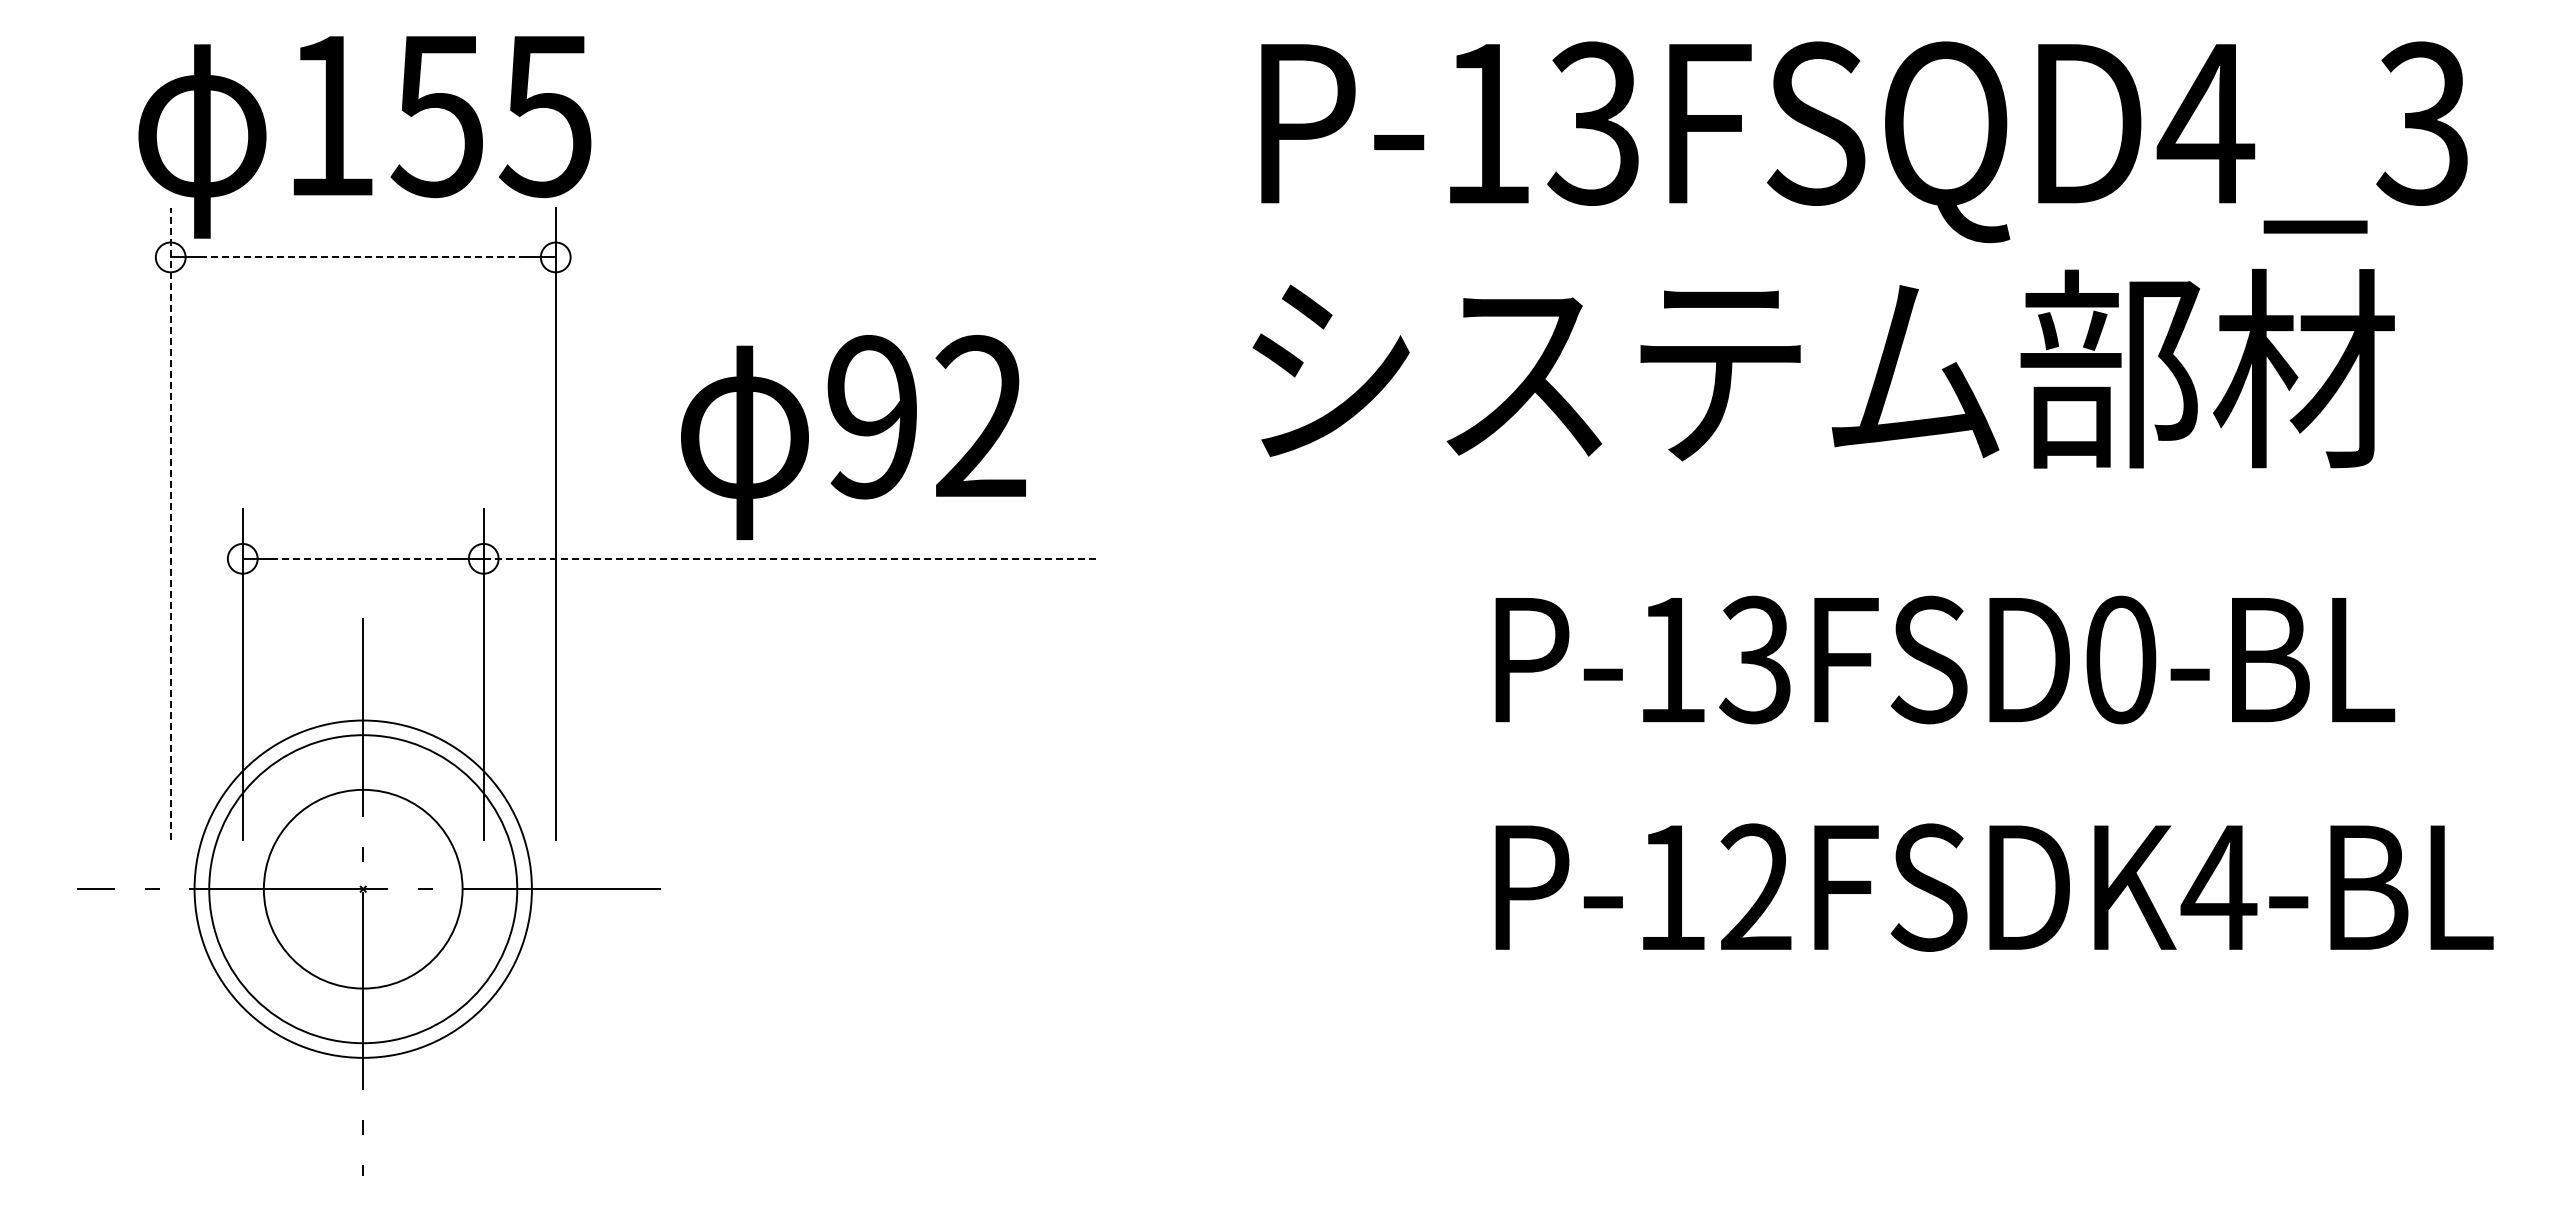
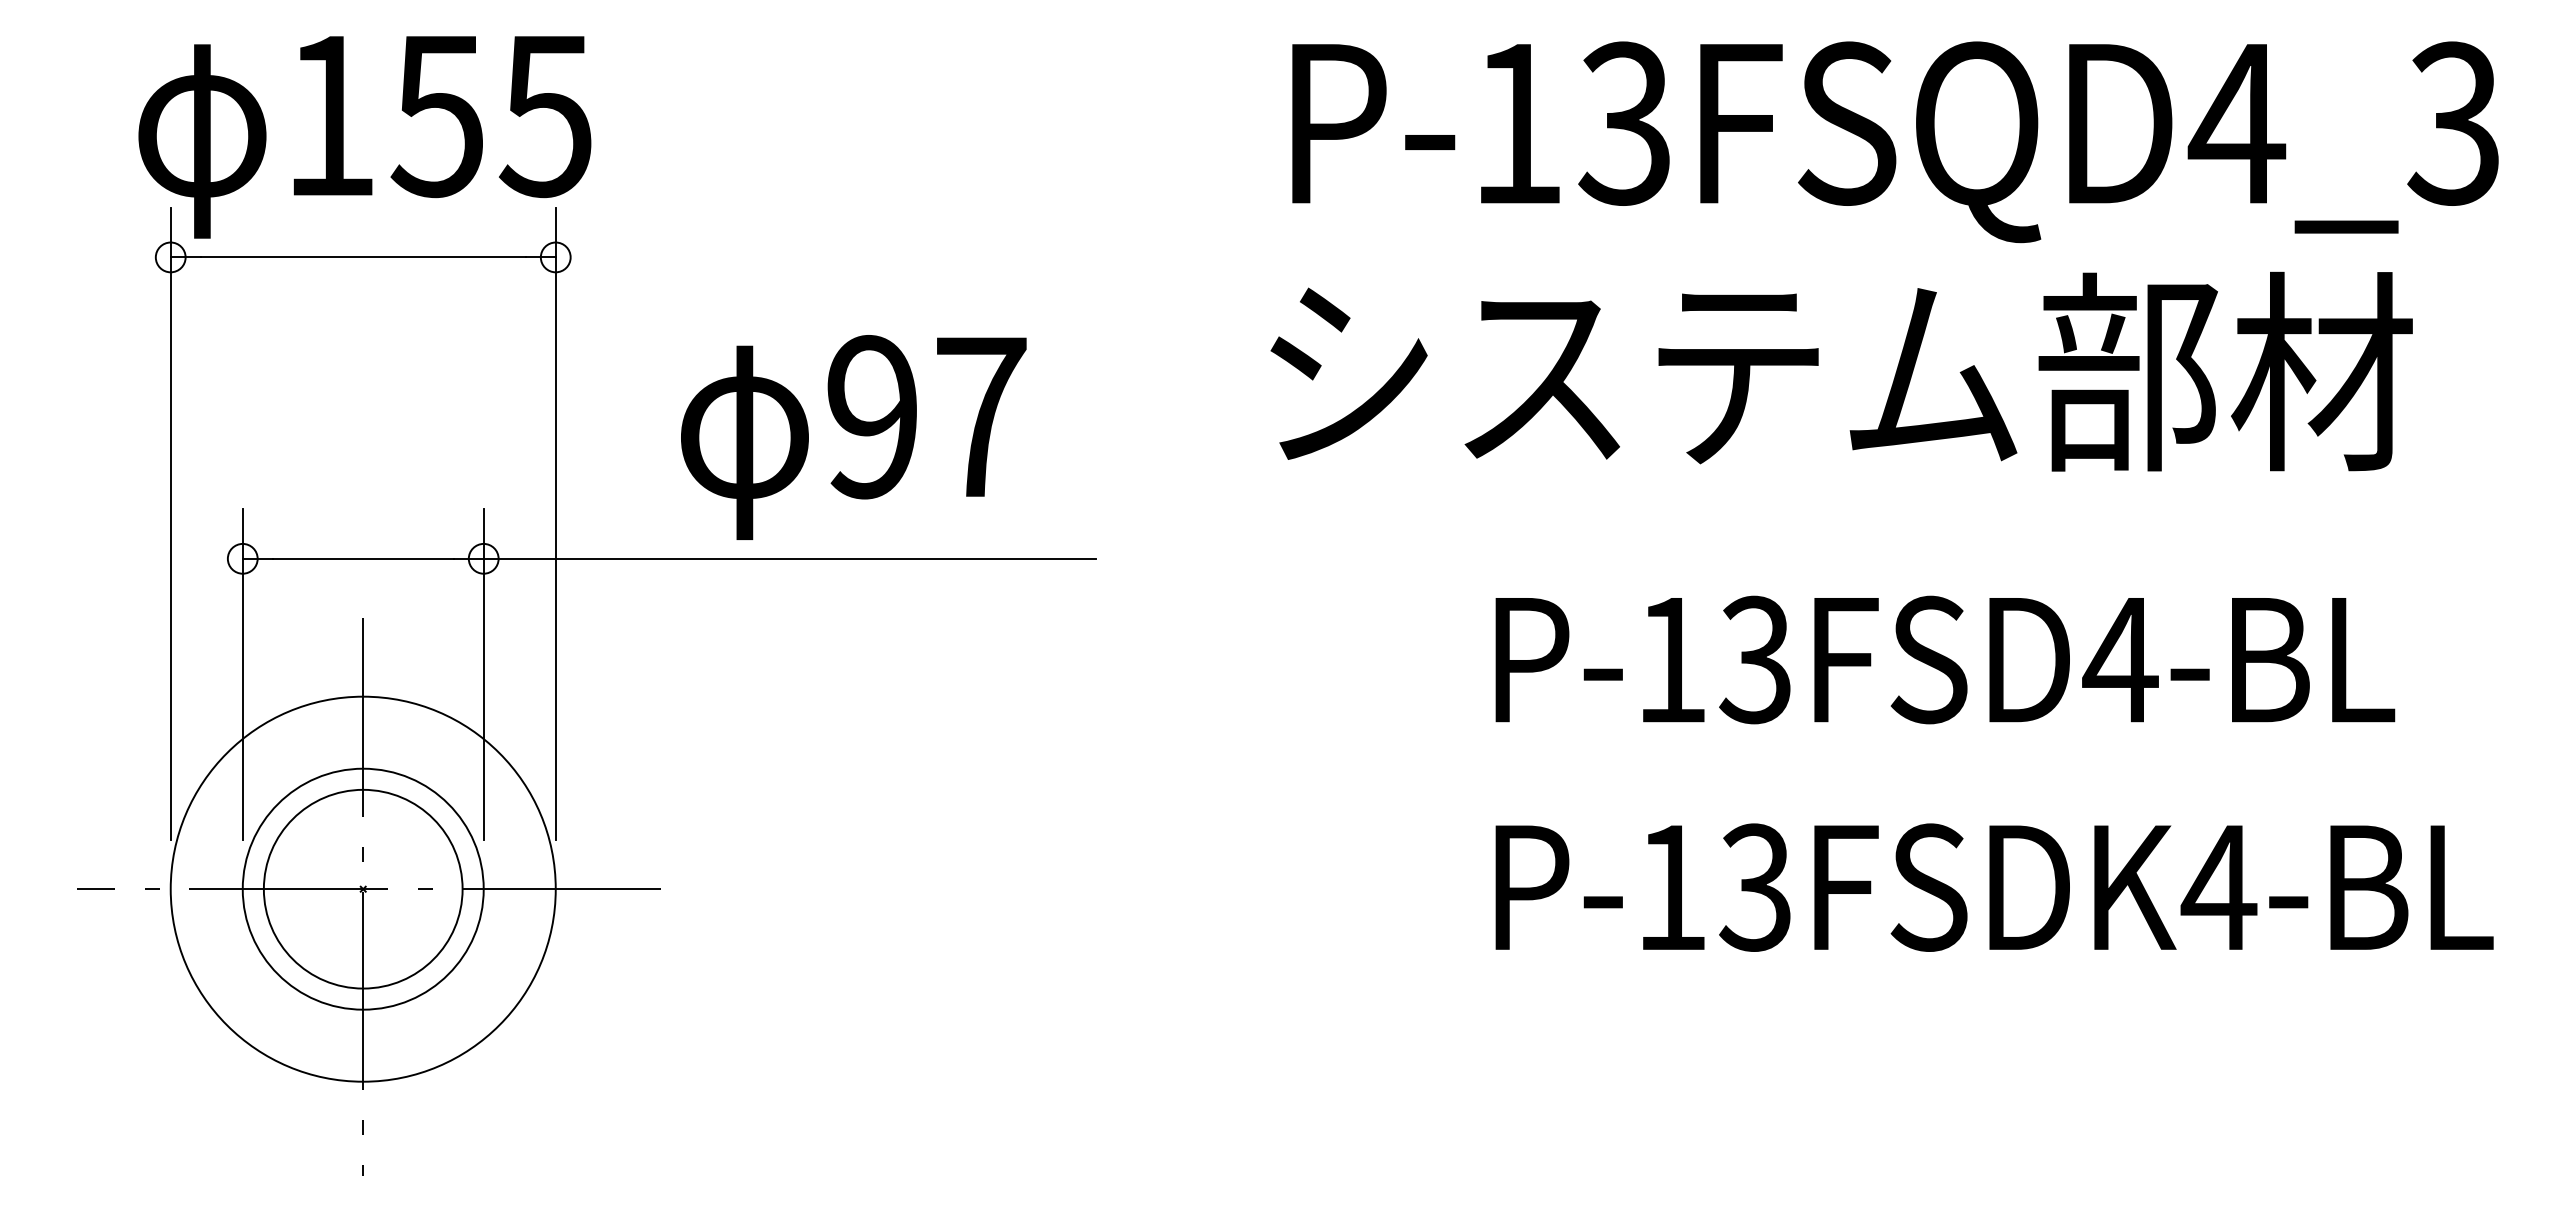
text at (1864, 142) position: (1864, 142) -> (1895, 142)
line at (363, 257): dashed -> solid
text at (1823, 368) position: (1823, 368) -> (1841, 371)
text at (980, 415): 92 -> 97
line at (170, 523): dashed -> solid
line at (363, 558): dashed -> solid
line at (789, 558): dashed -> solid
text at (2120, 659): P-13FSD0-BL -> P-13FSD4-BL
text at (1755, 887): P-12FSDK4-BL -> P-13FSDK4-BL
circle at (362, 888) diameter: 337 px -> 241 px
circle at (363, 889) diameter: 308 px -> 385 px
